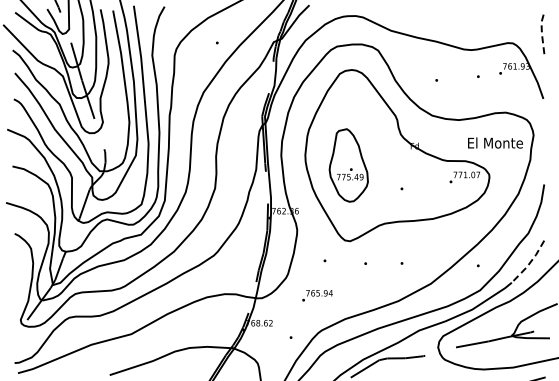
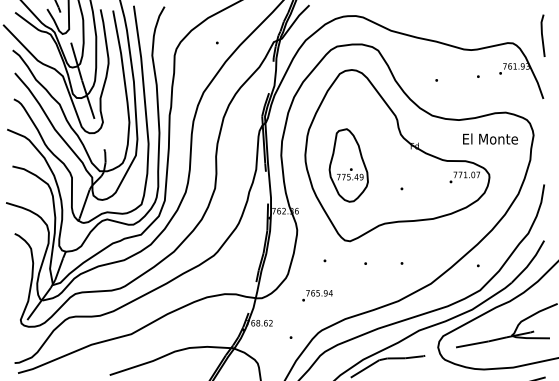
line at (542, 34): dashed -> solid
text at (495, 142) position: (495, 142) -> (490, 138)
line at (529, 263): dashed -> solid
